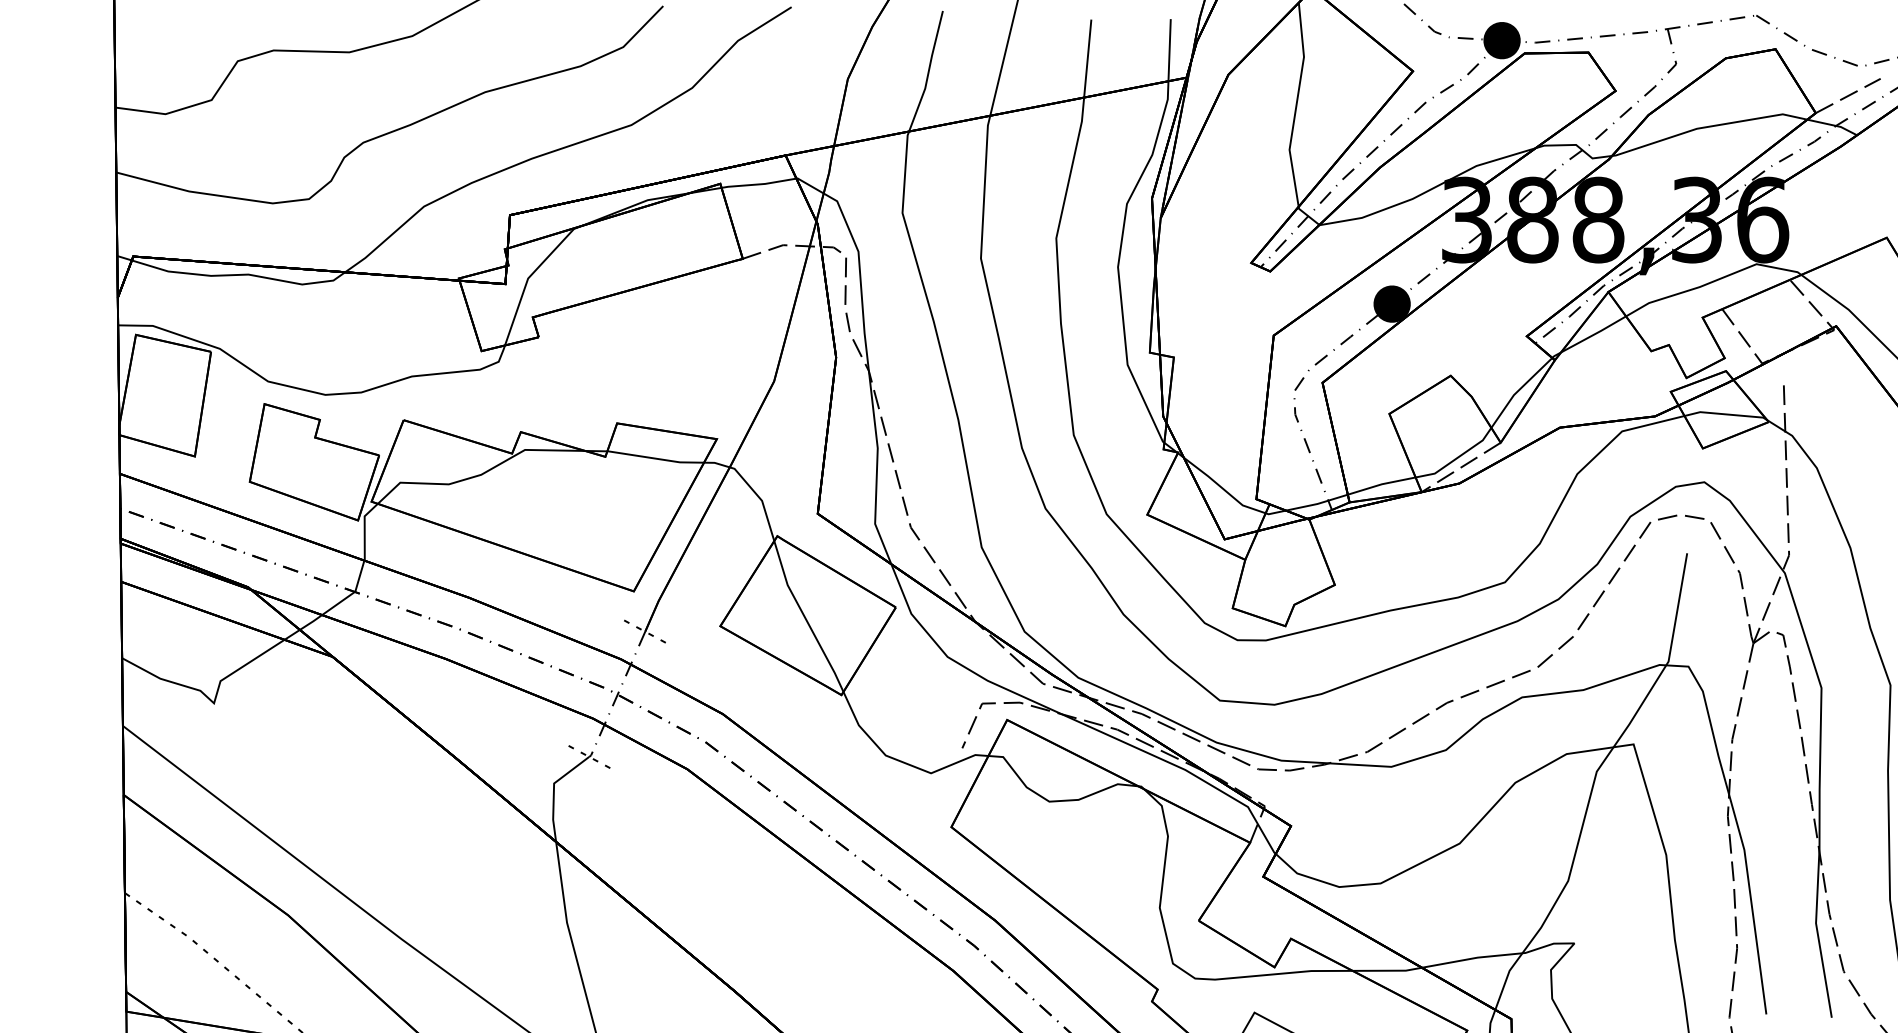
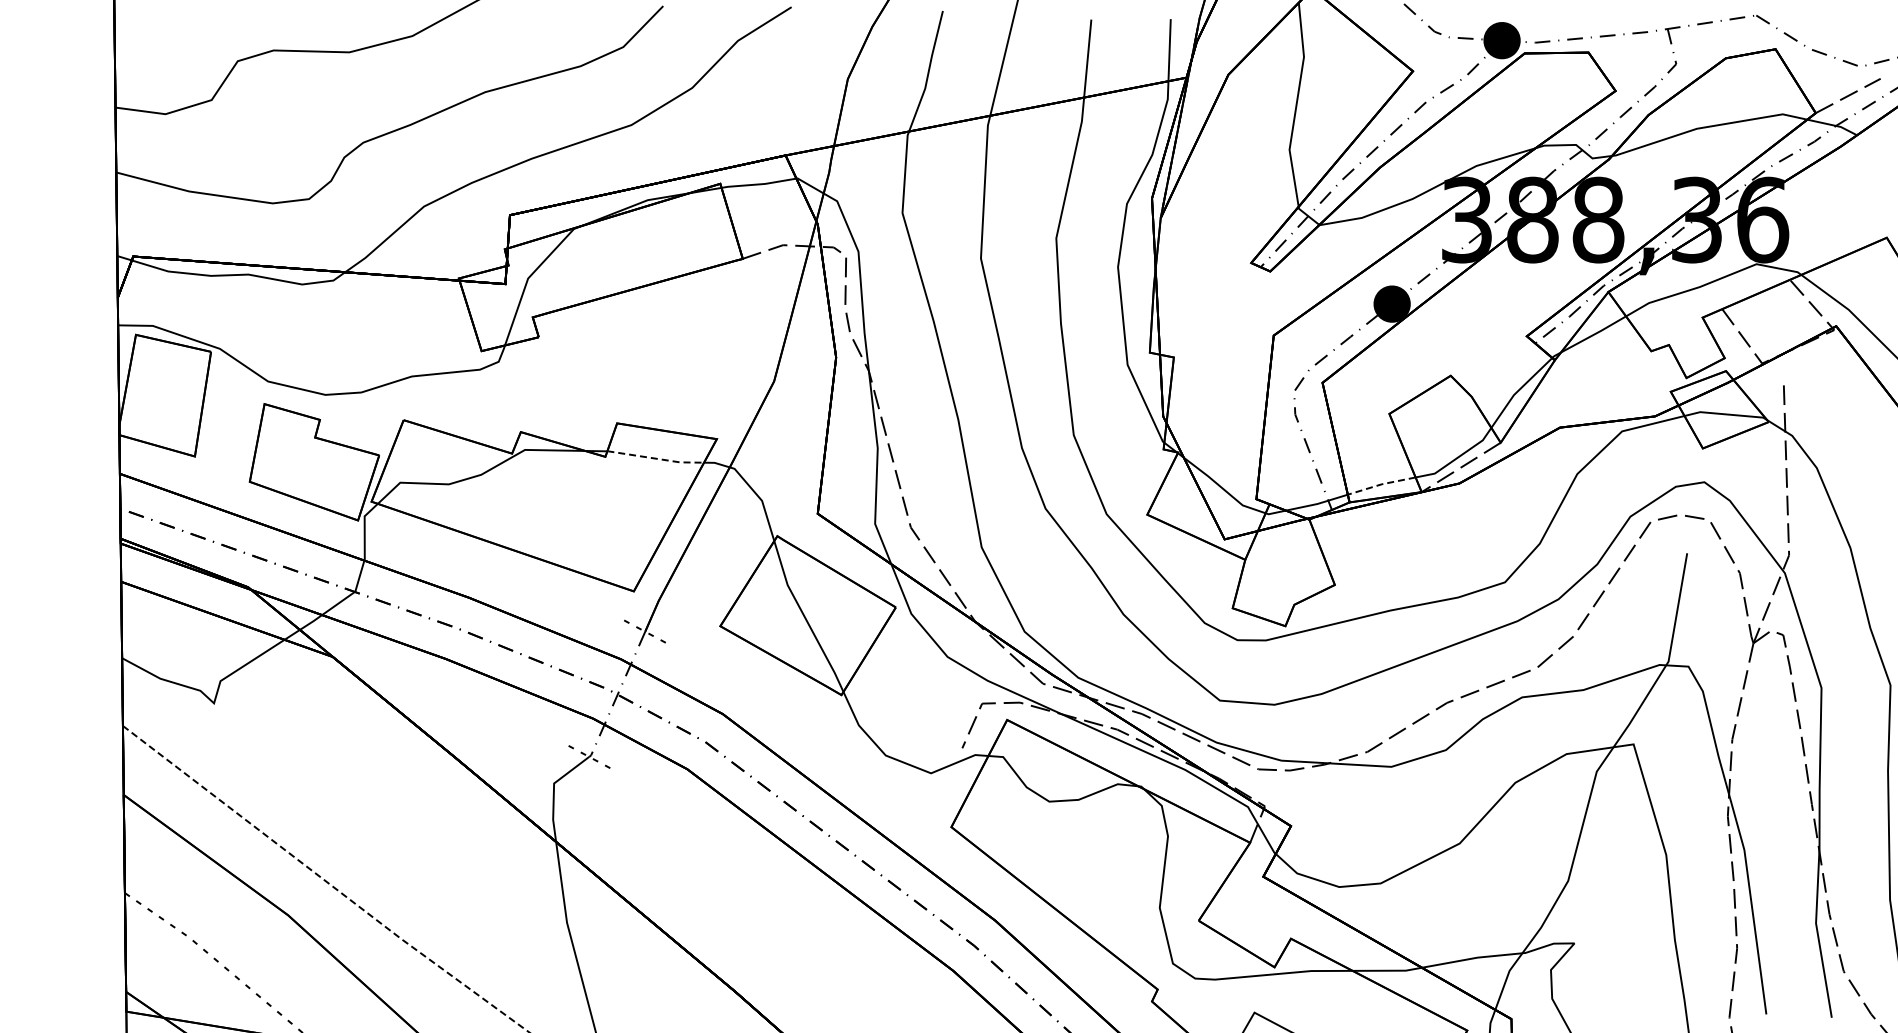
line at (655, 458): solid -> dashed
line at (1382, 484): solid -> dashed
line at (326, 881): solid -> dashed
